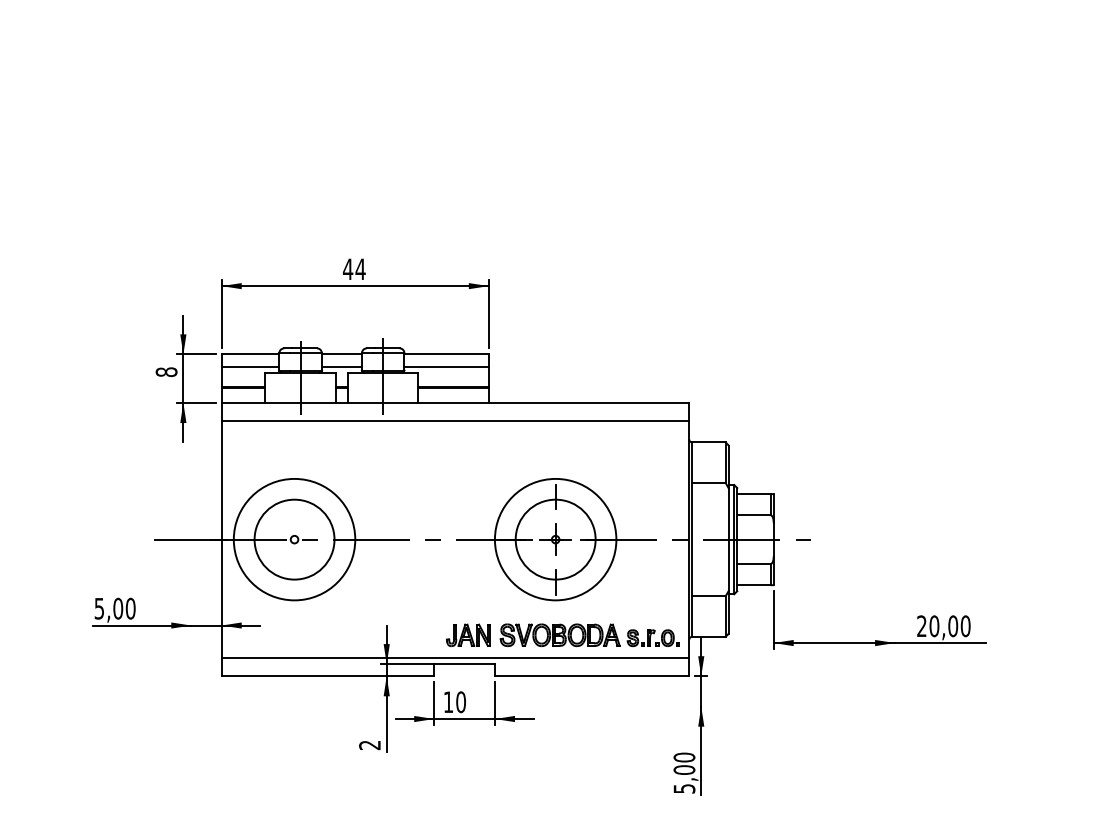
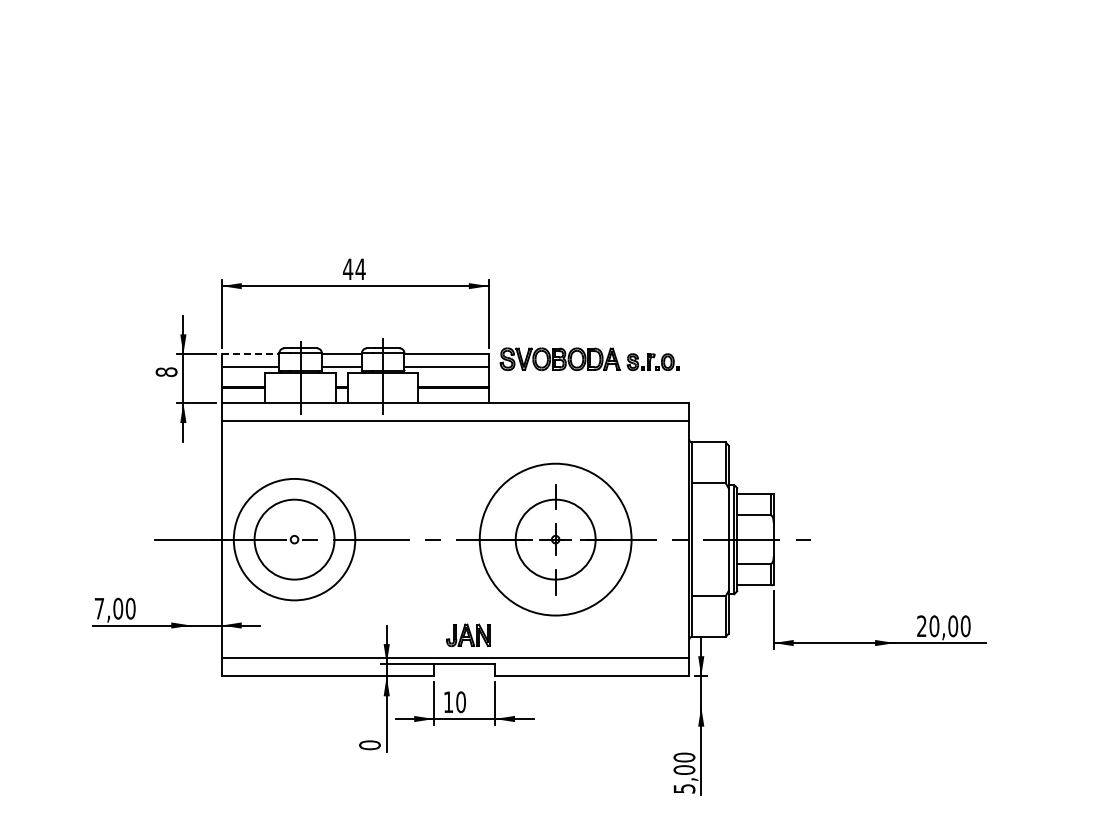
line at (250, 354): solid -> dashed
circle at (555, 539) diameter: 121 px -> 152 px
text at (98, 608): 5,00 -> 7,00
part at (589, 635) position: (589, 635) -> (589, 359)
text at (369, 745): 2 -> 0
